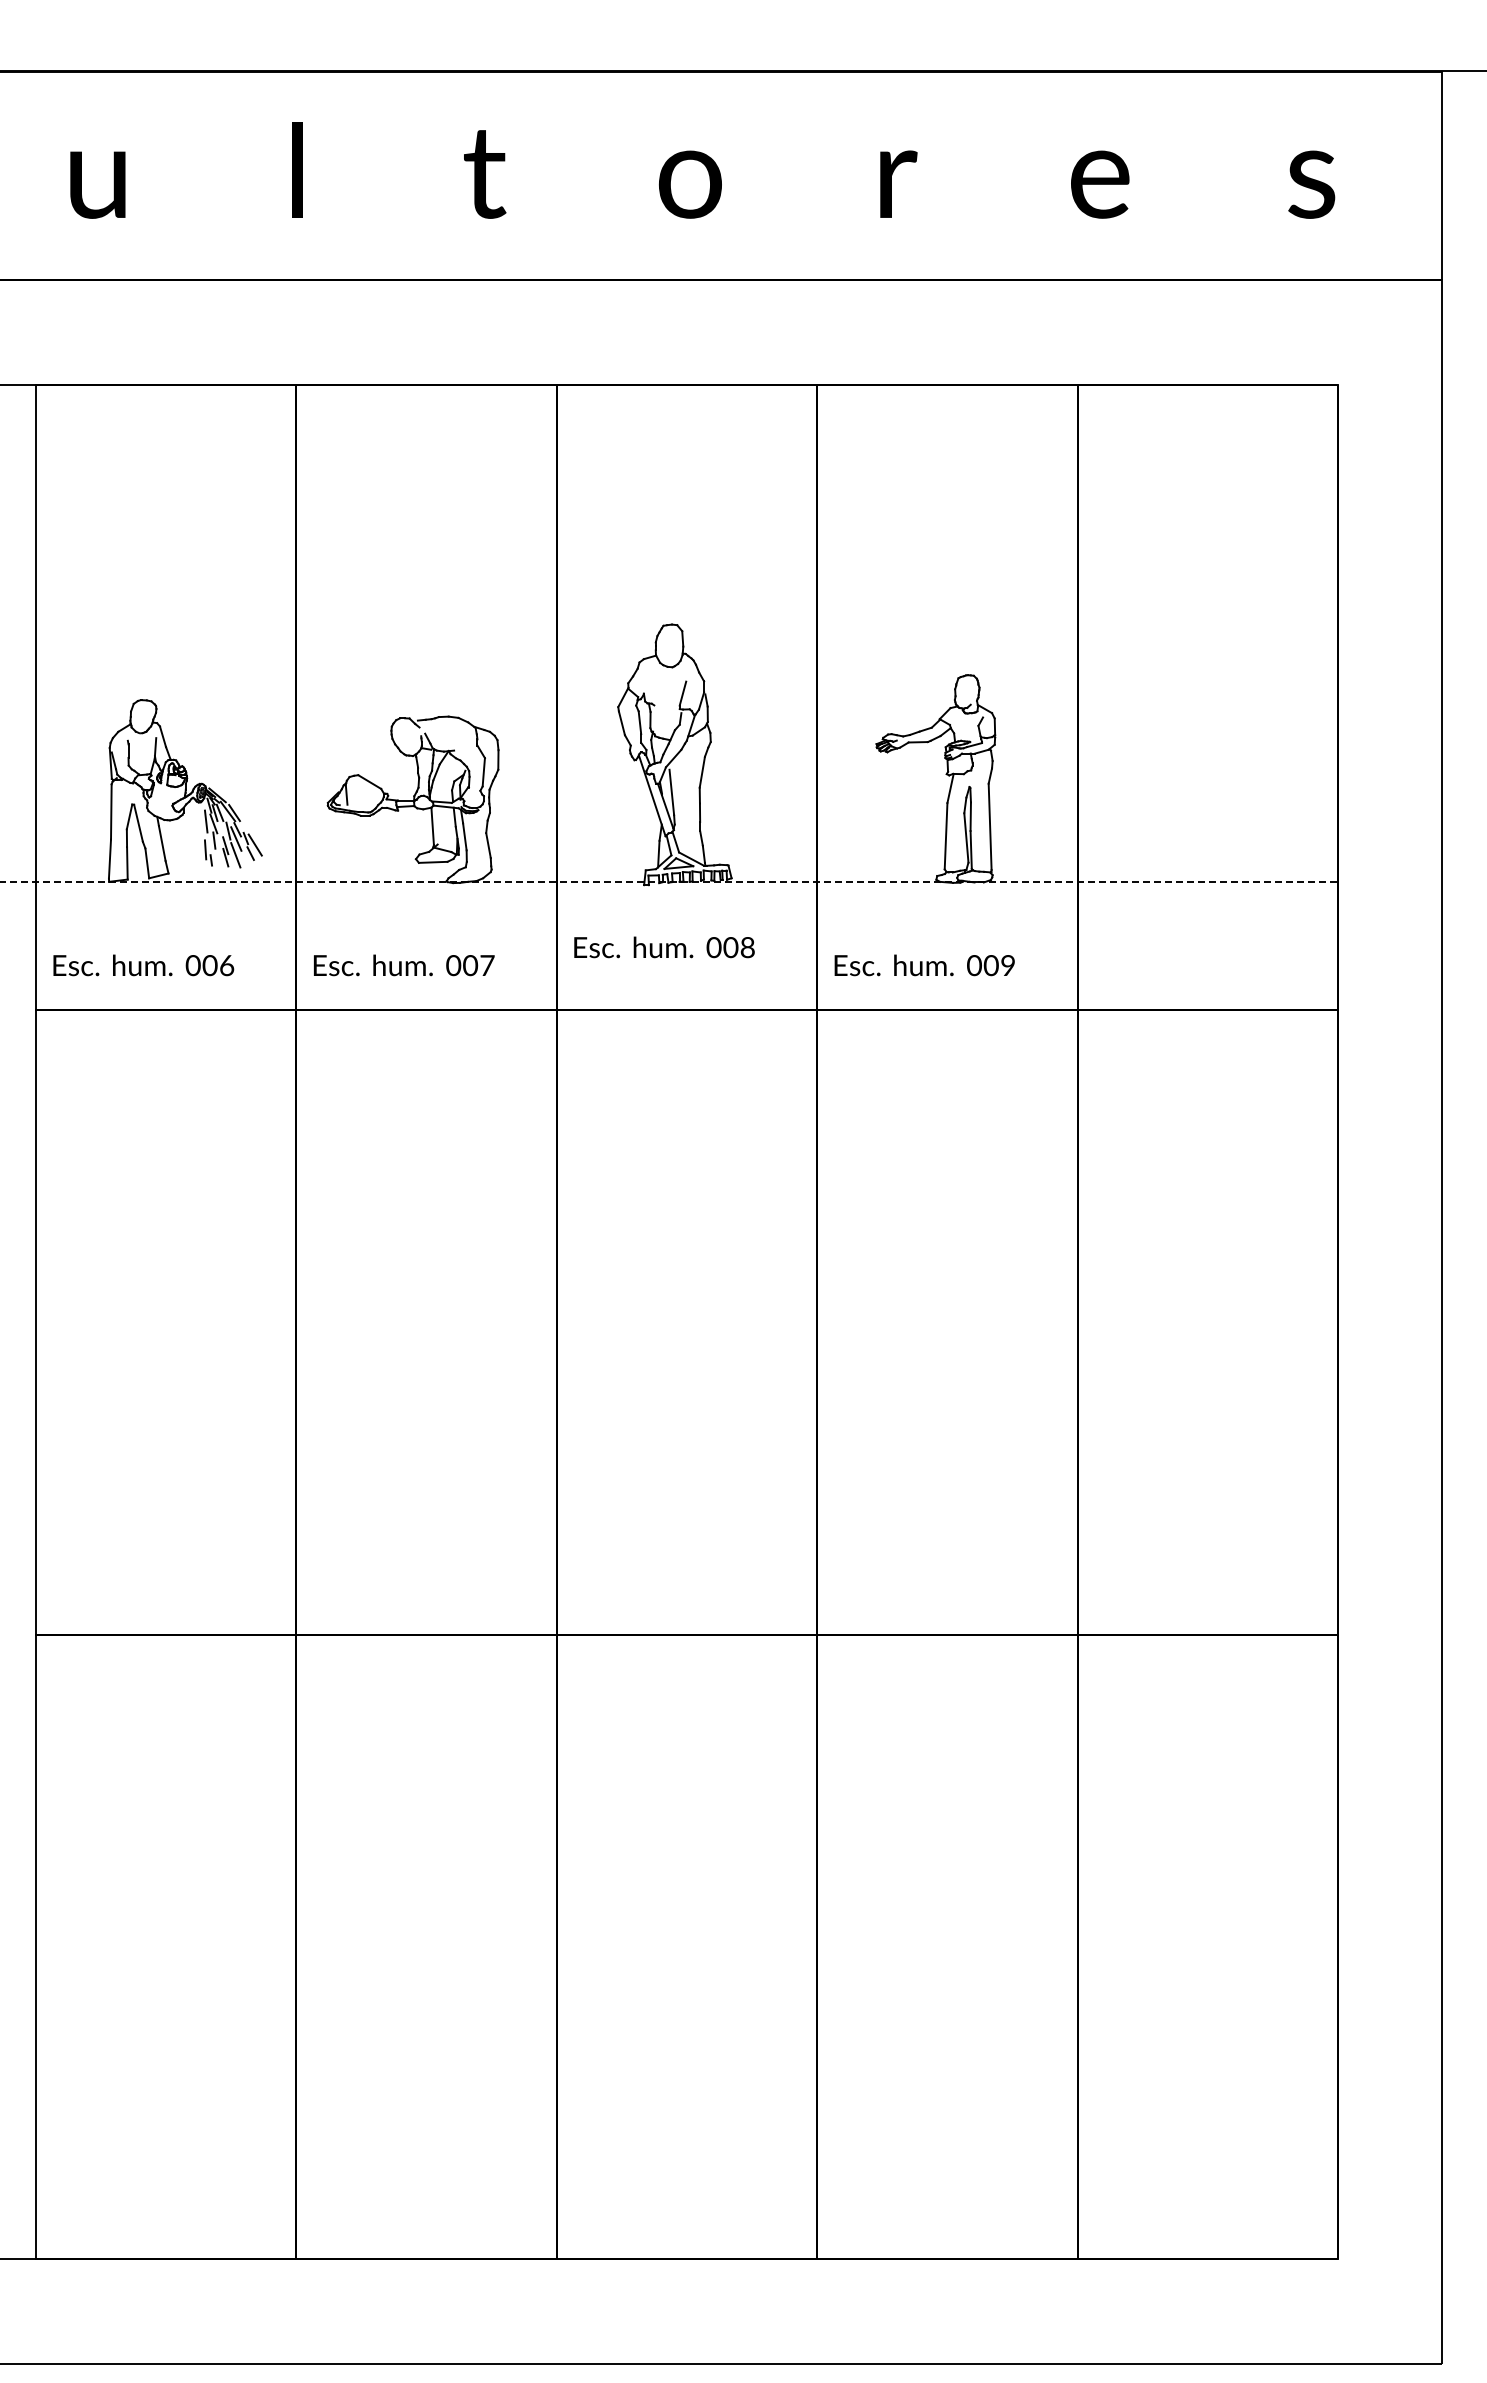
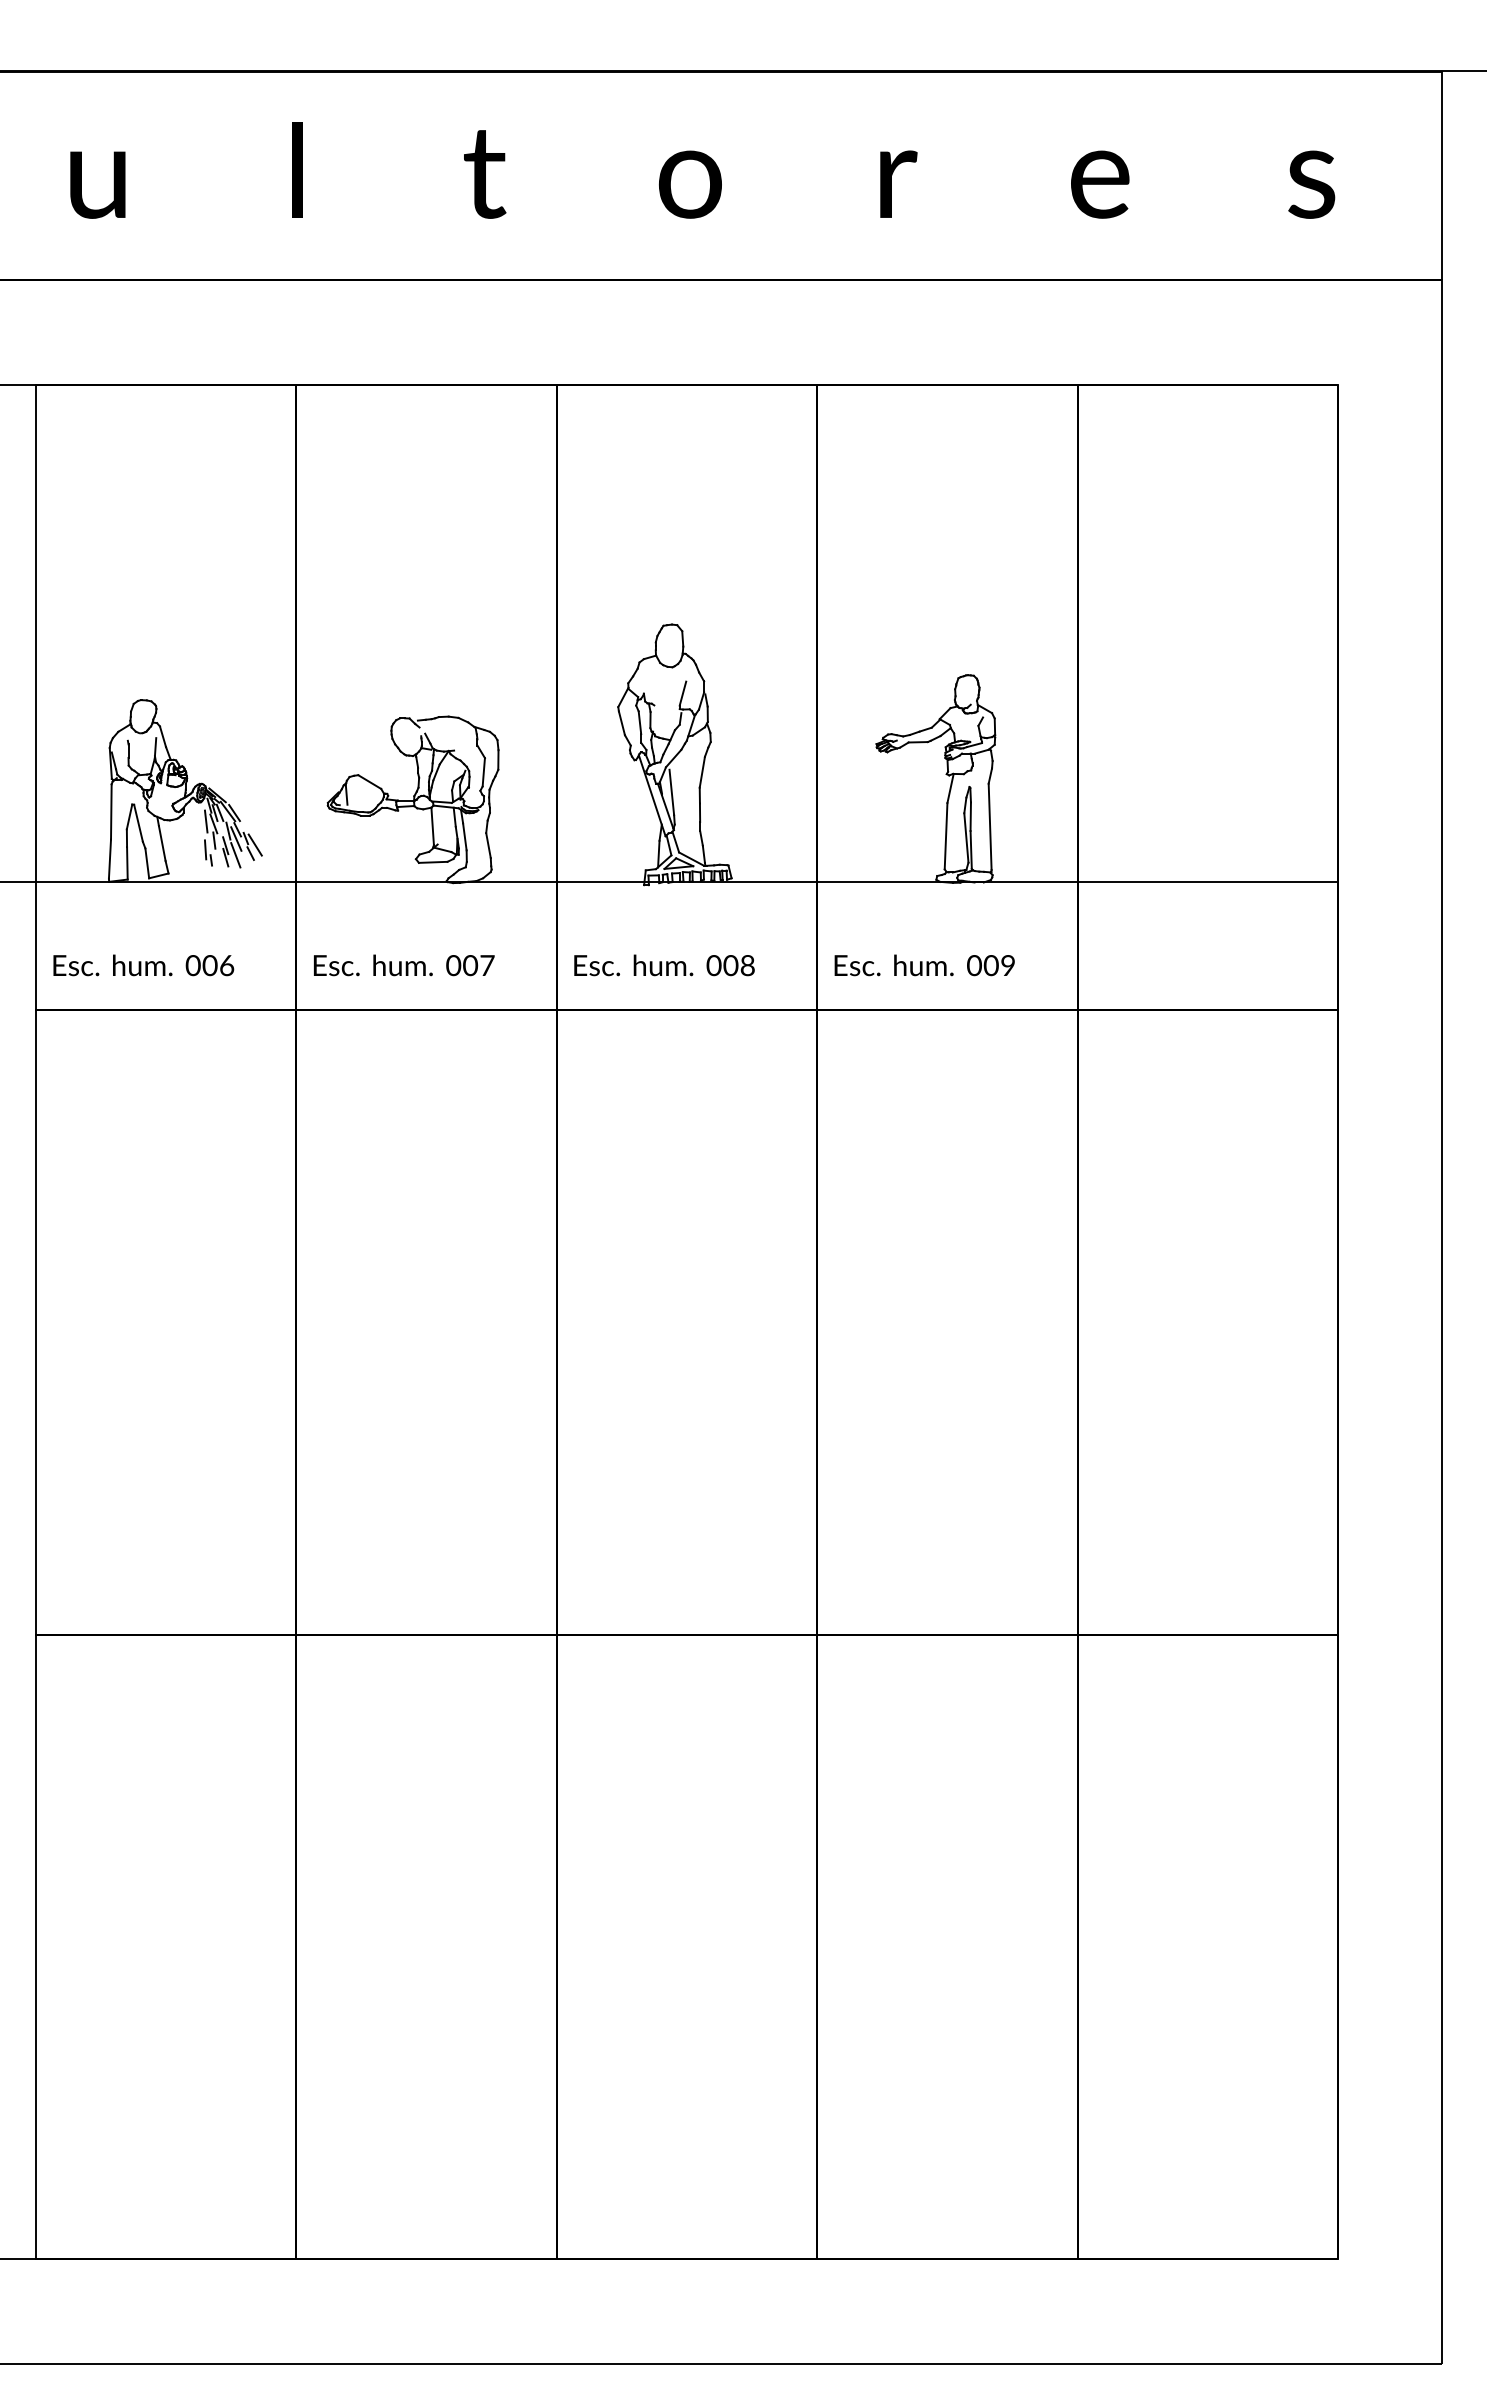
line at (669, 881): dashed -> solid
text at (664, 947) position: (664, 947) -> (664, 965)
